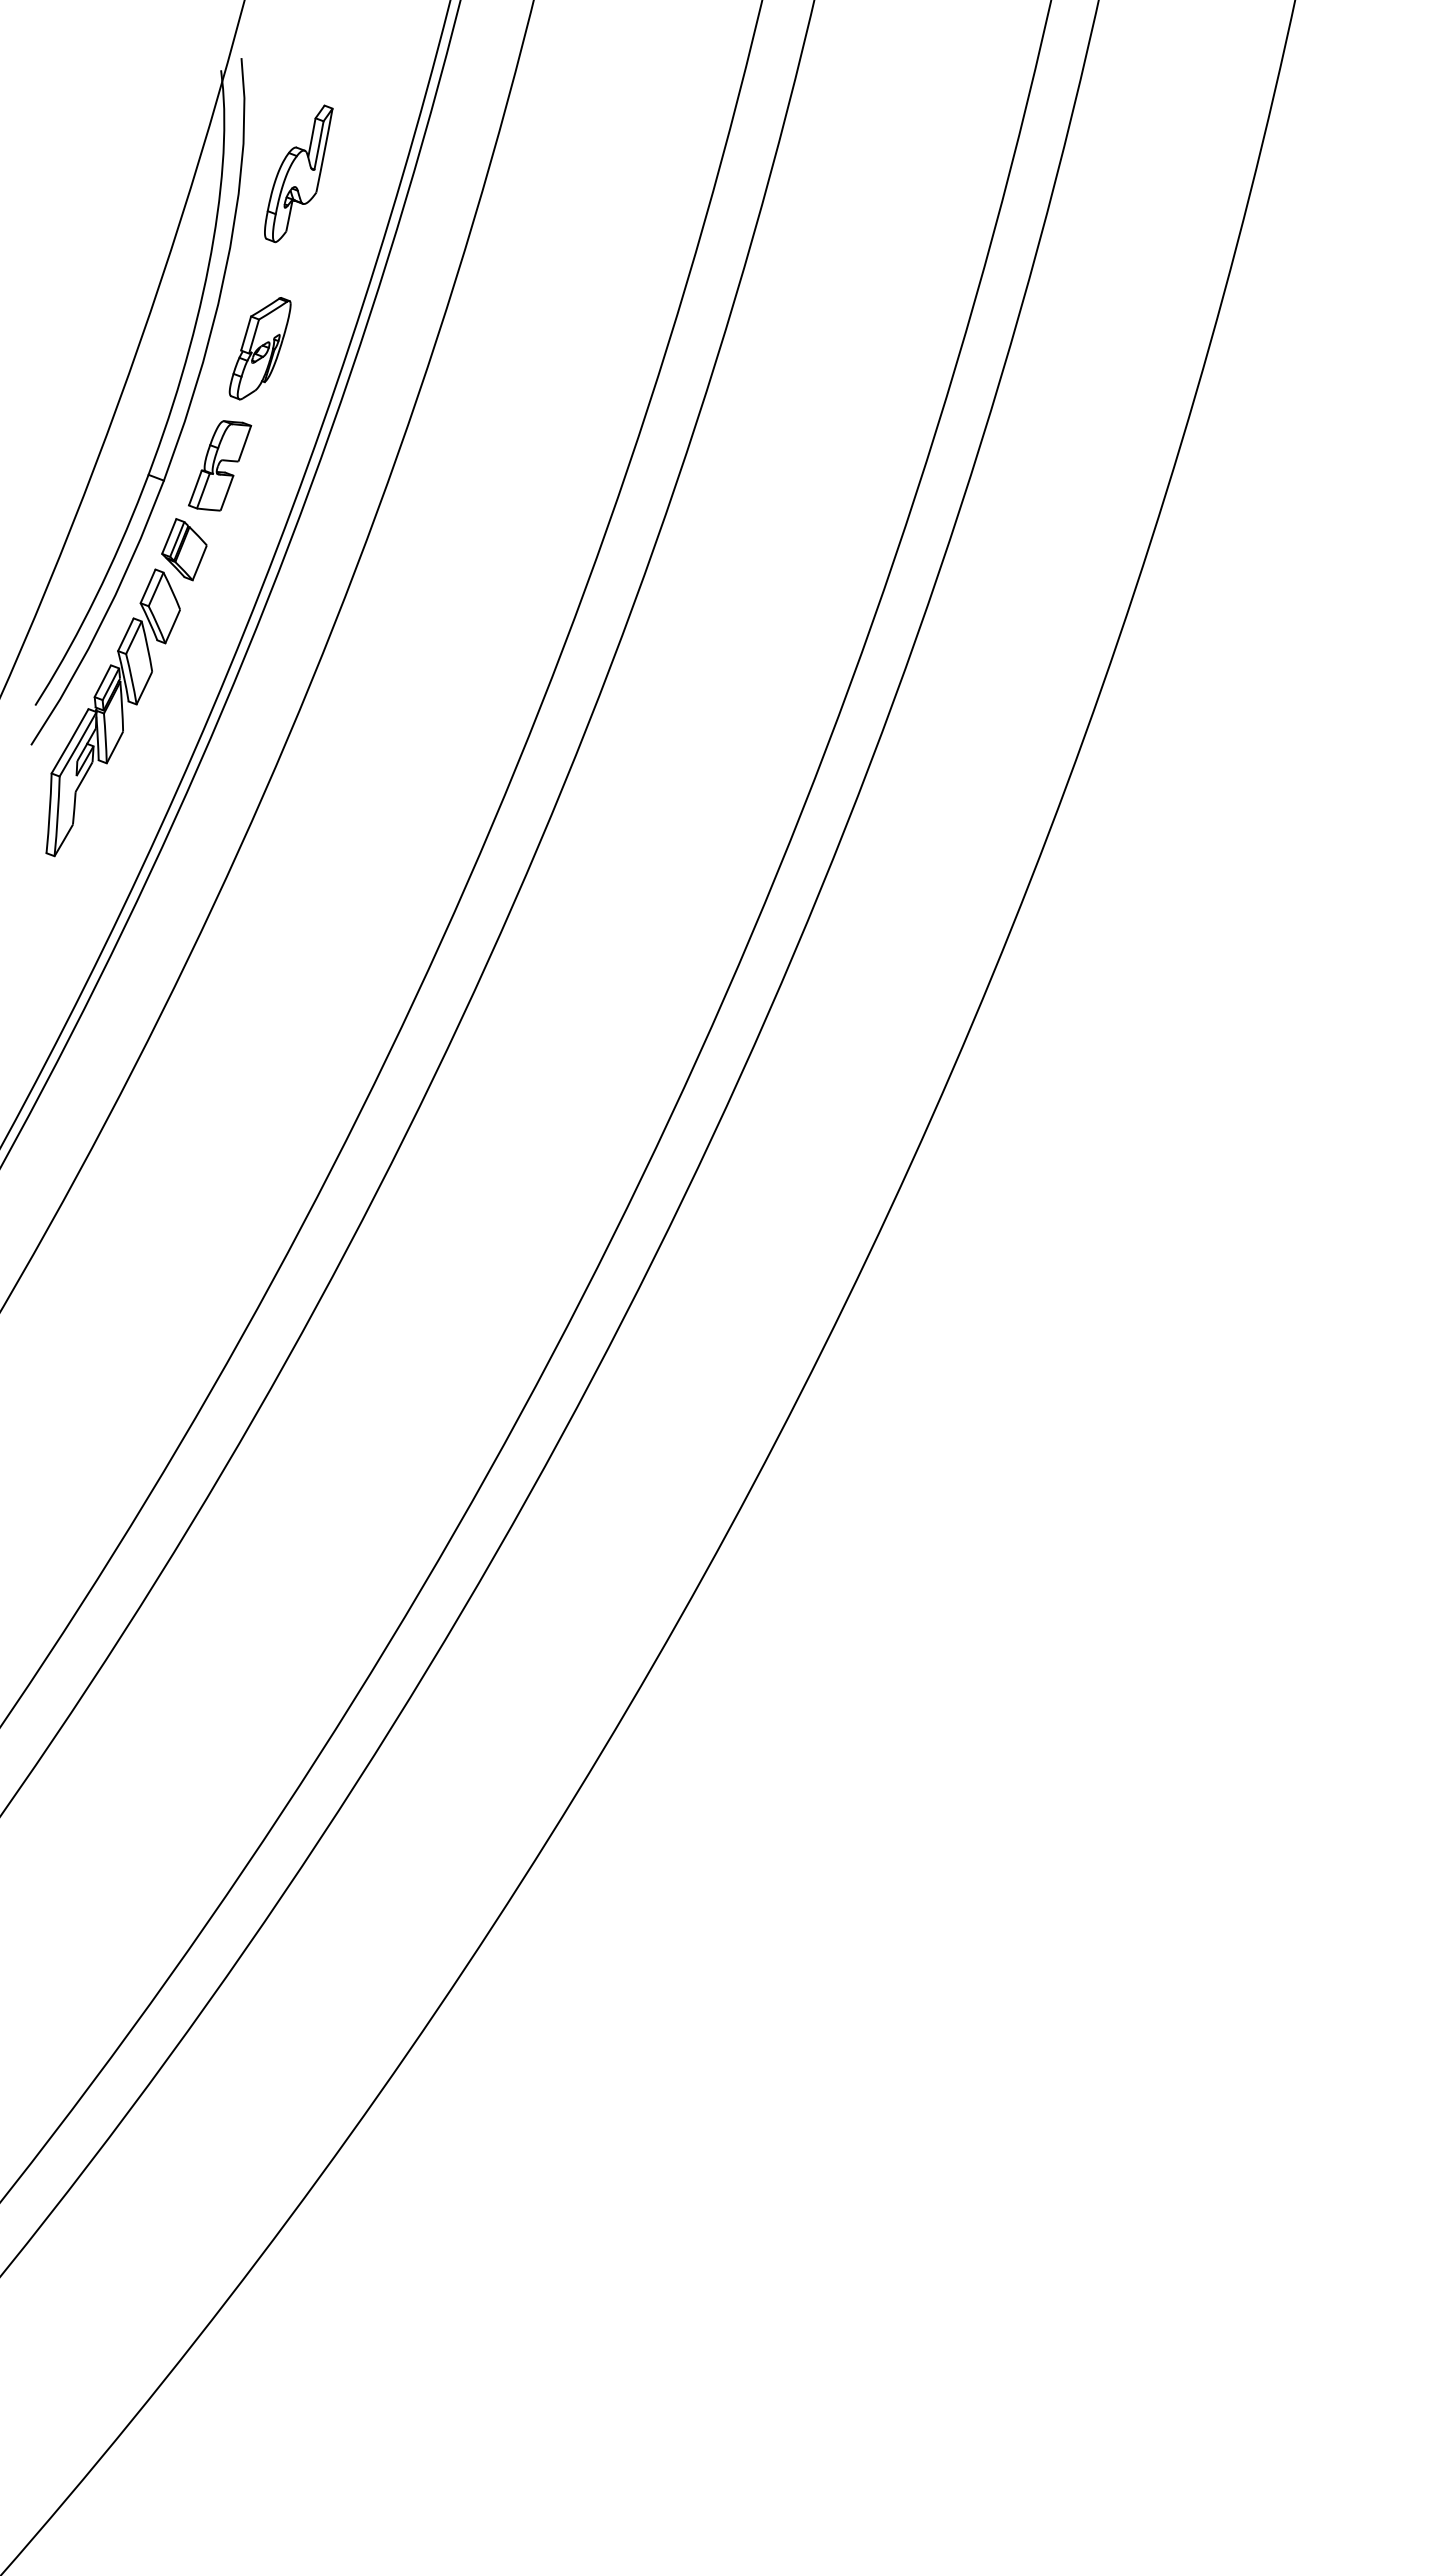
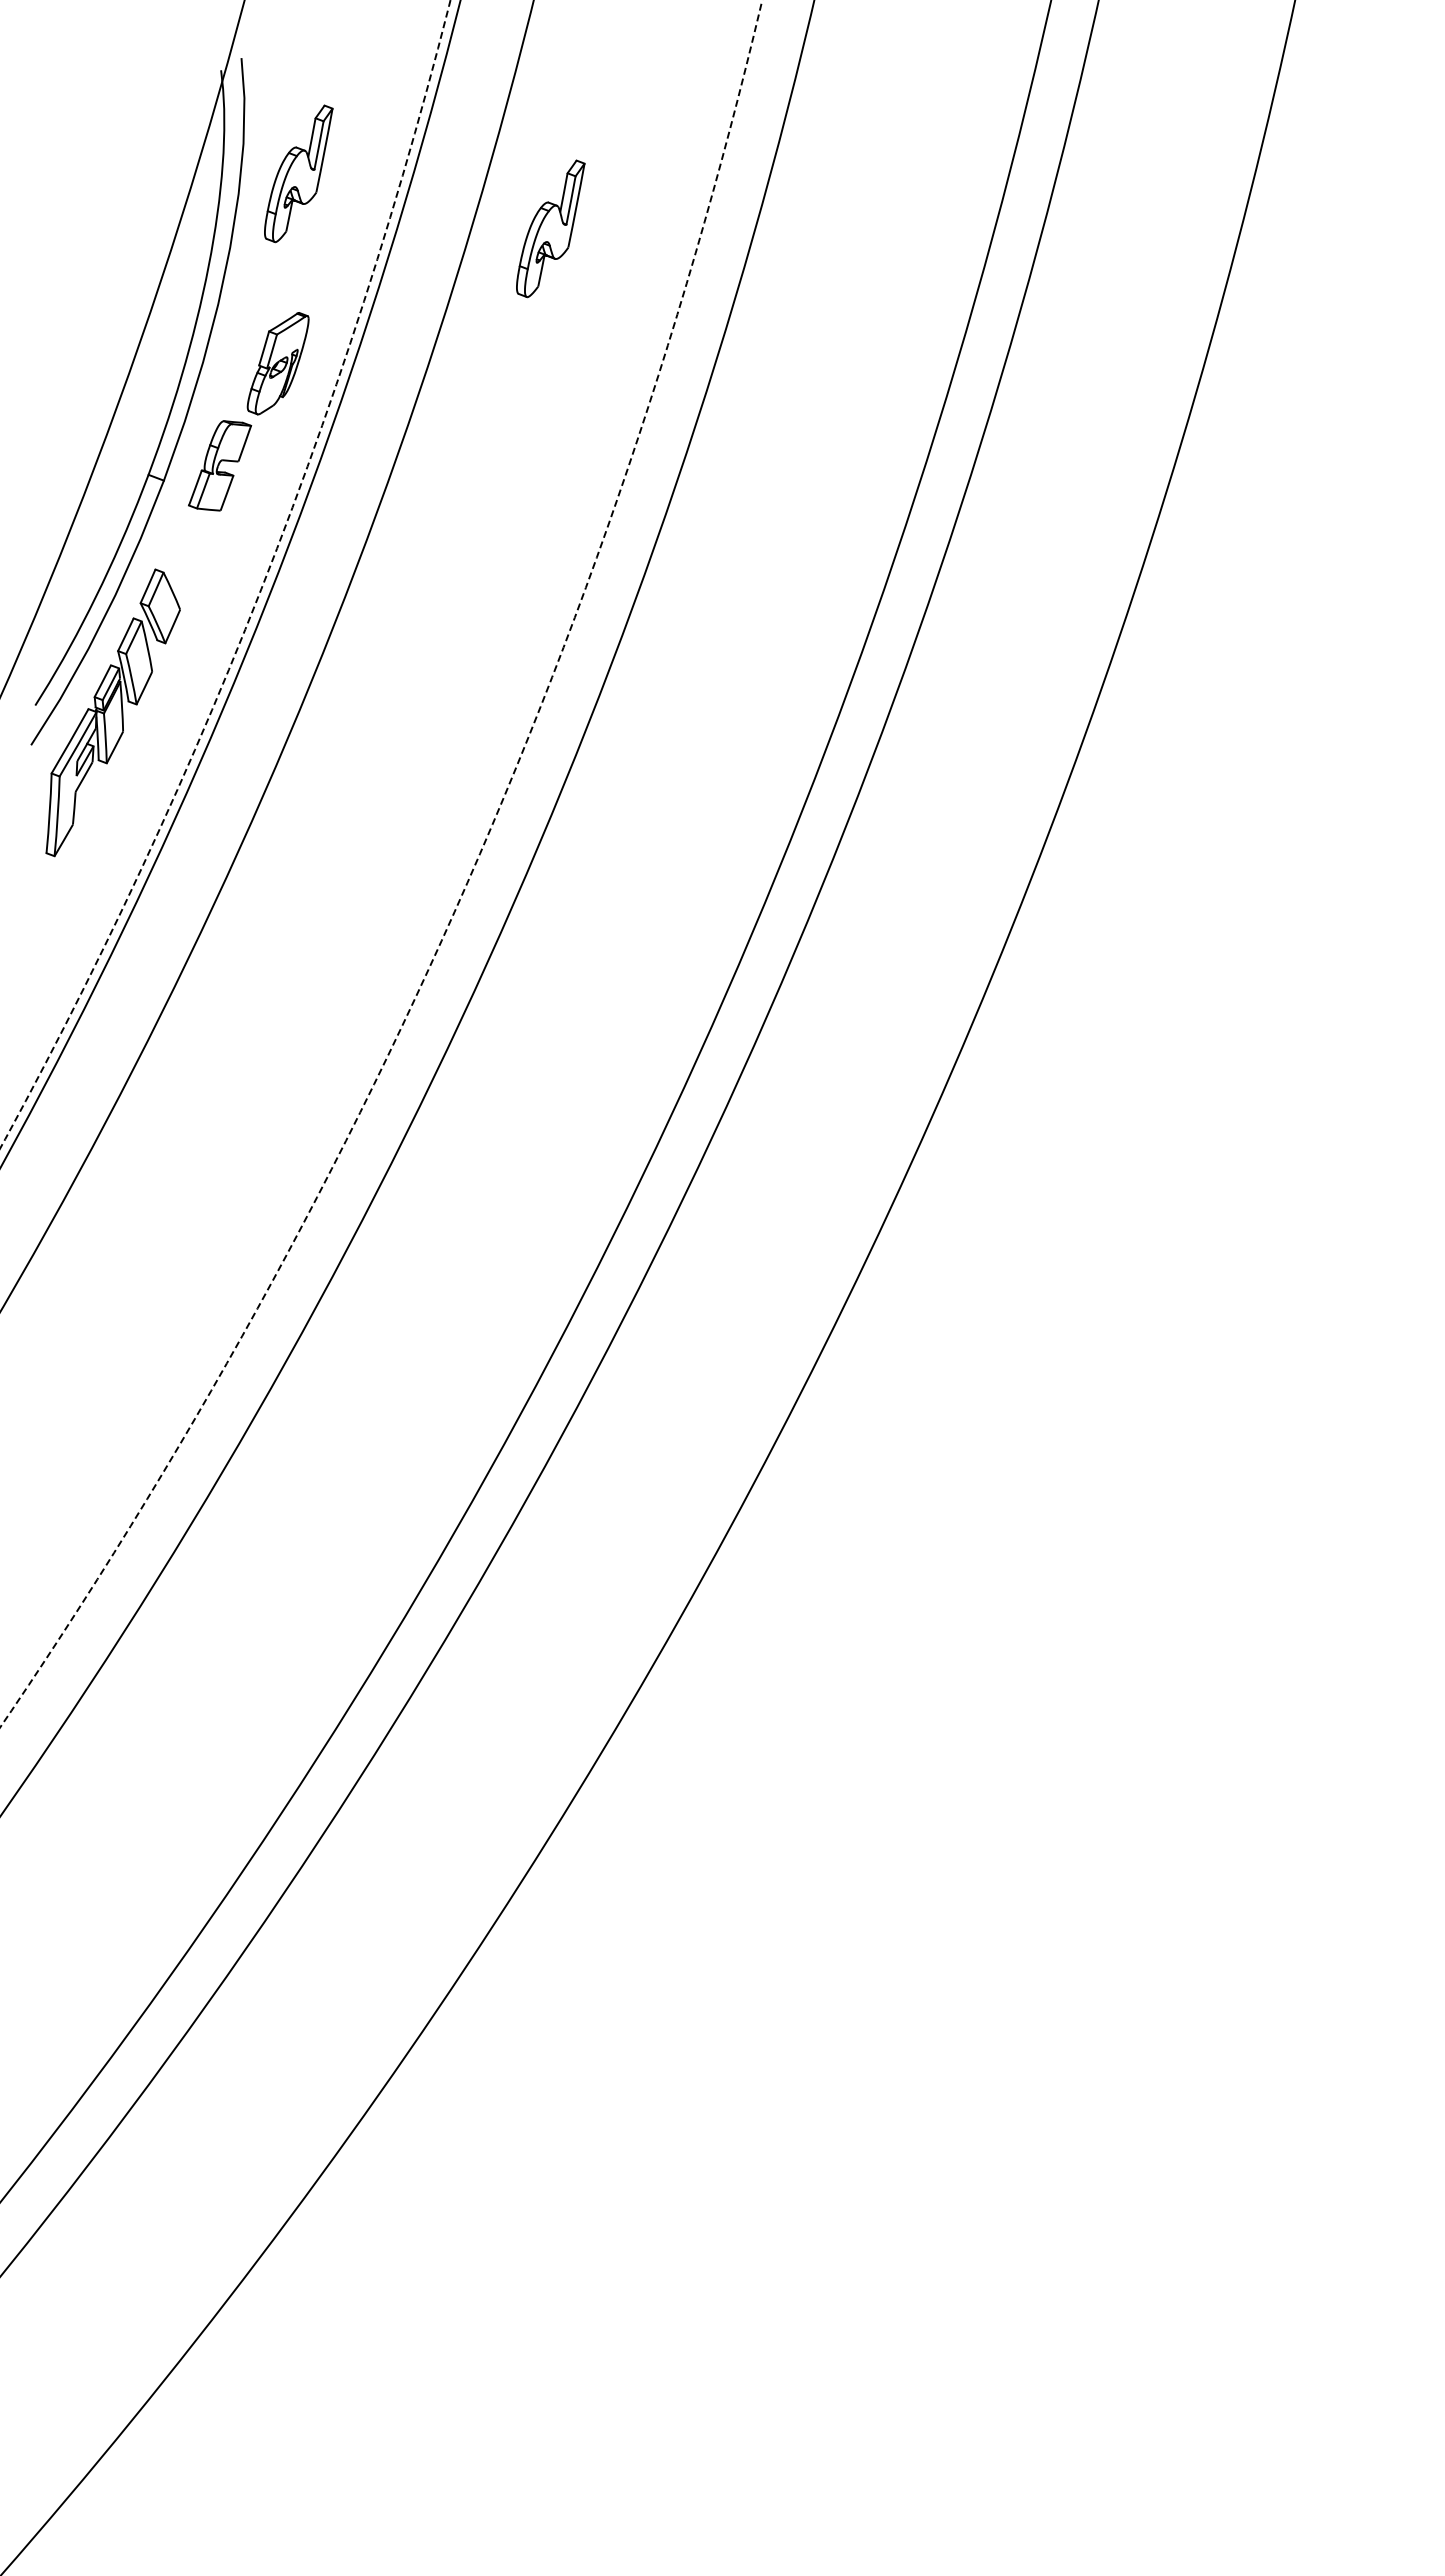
part at (550, 228): none -> present
part at (259, 348) position: (259, 348) -> (277, 363)
part at (184, 549): present -> none
arc at (261, 589): solid -> dashed
circle at (381, 863): solid -> dashed
